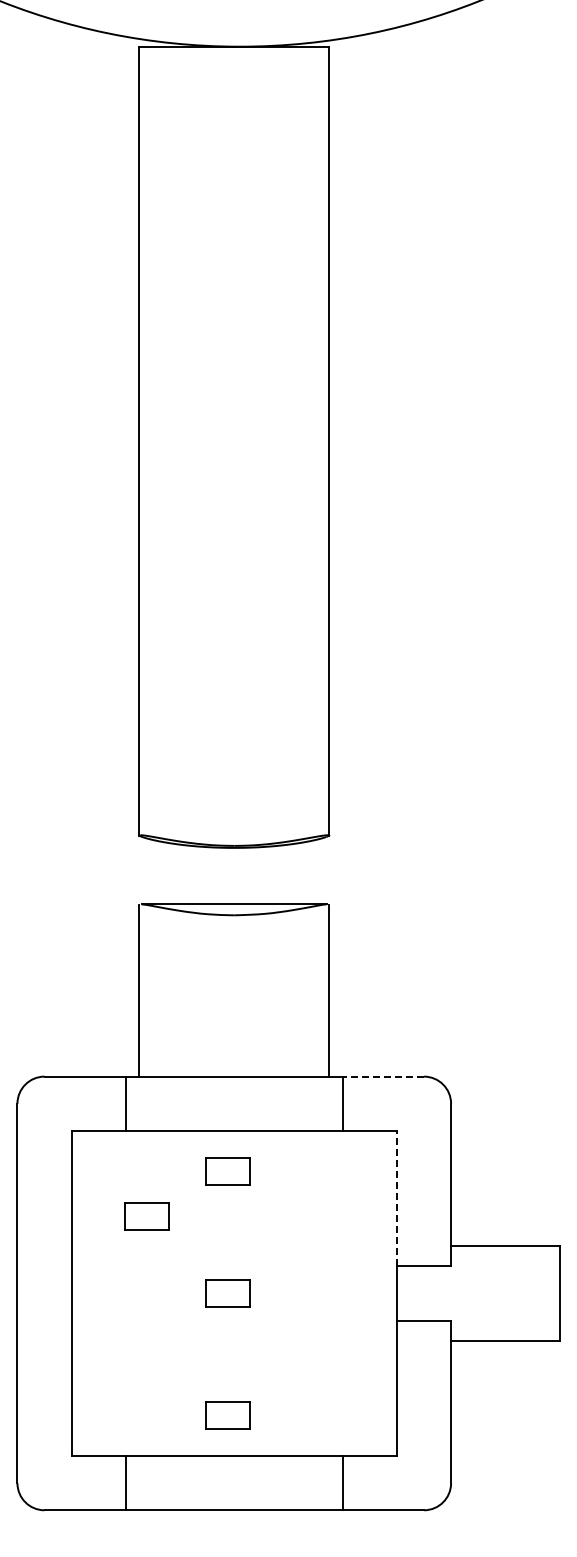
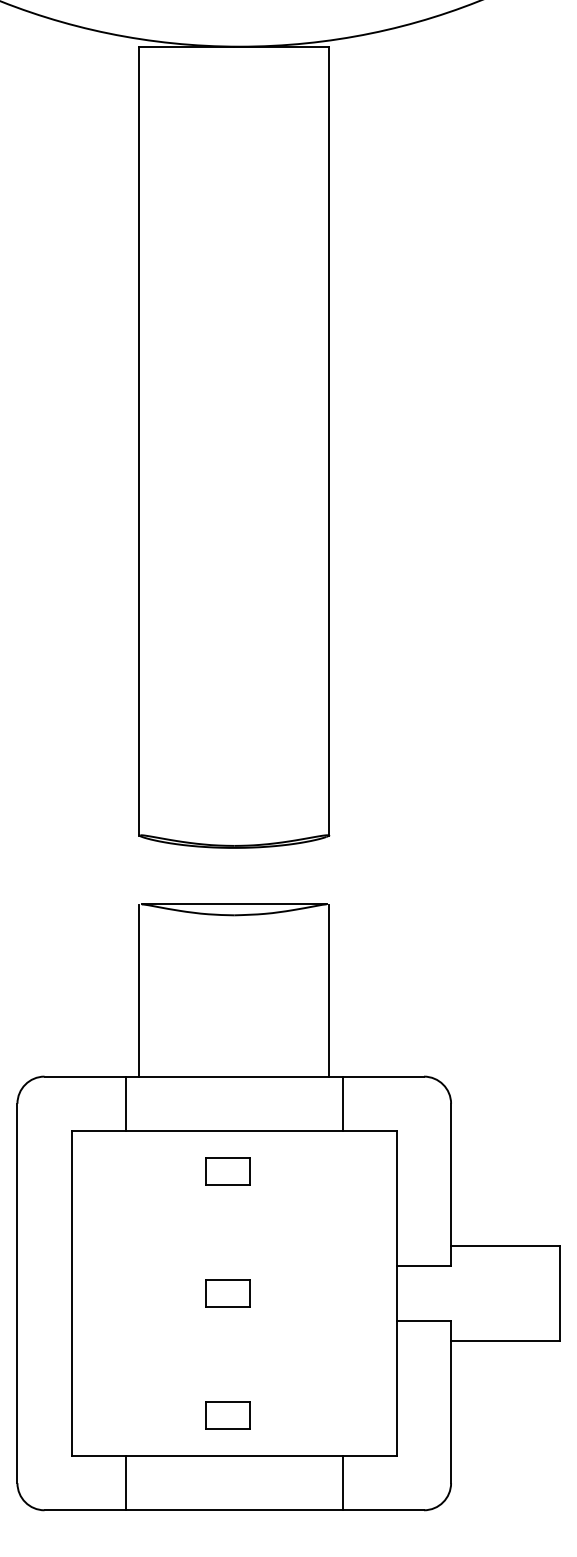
line at (383, 1076): dashed -> solid
line at (396, 1198): dashed -> solid
part at (146, 1216): present -> none
